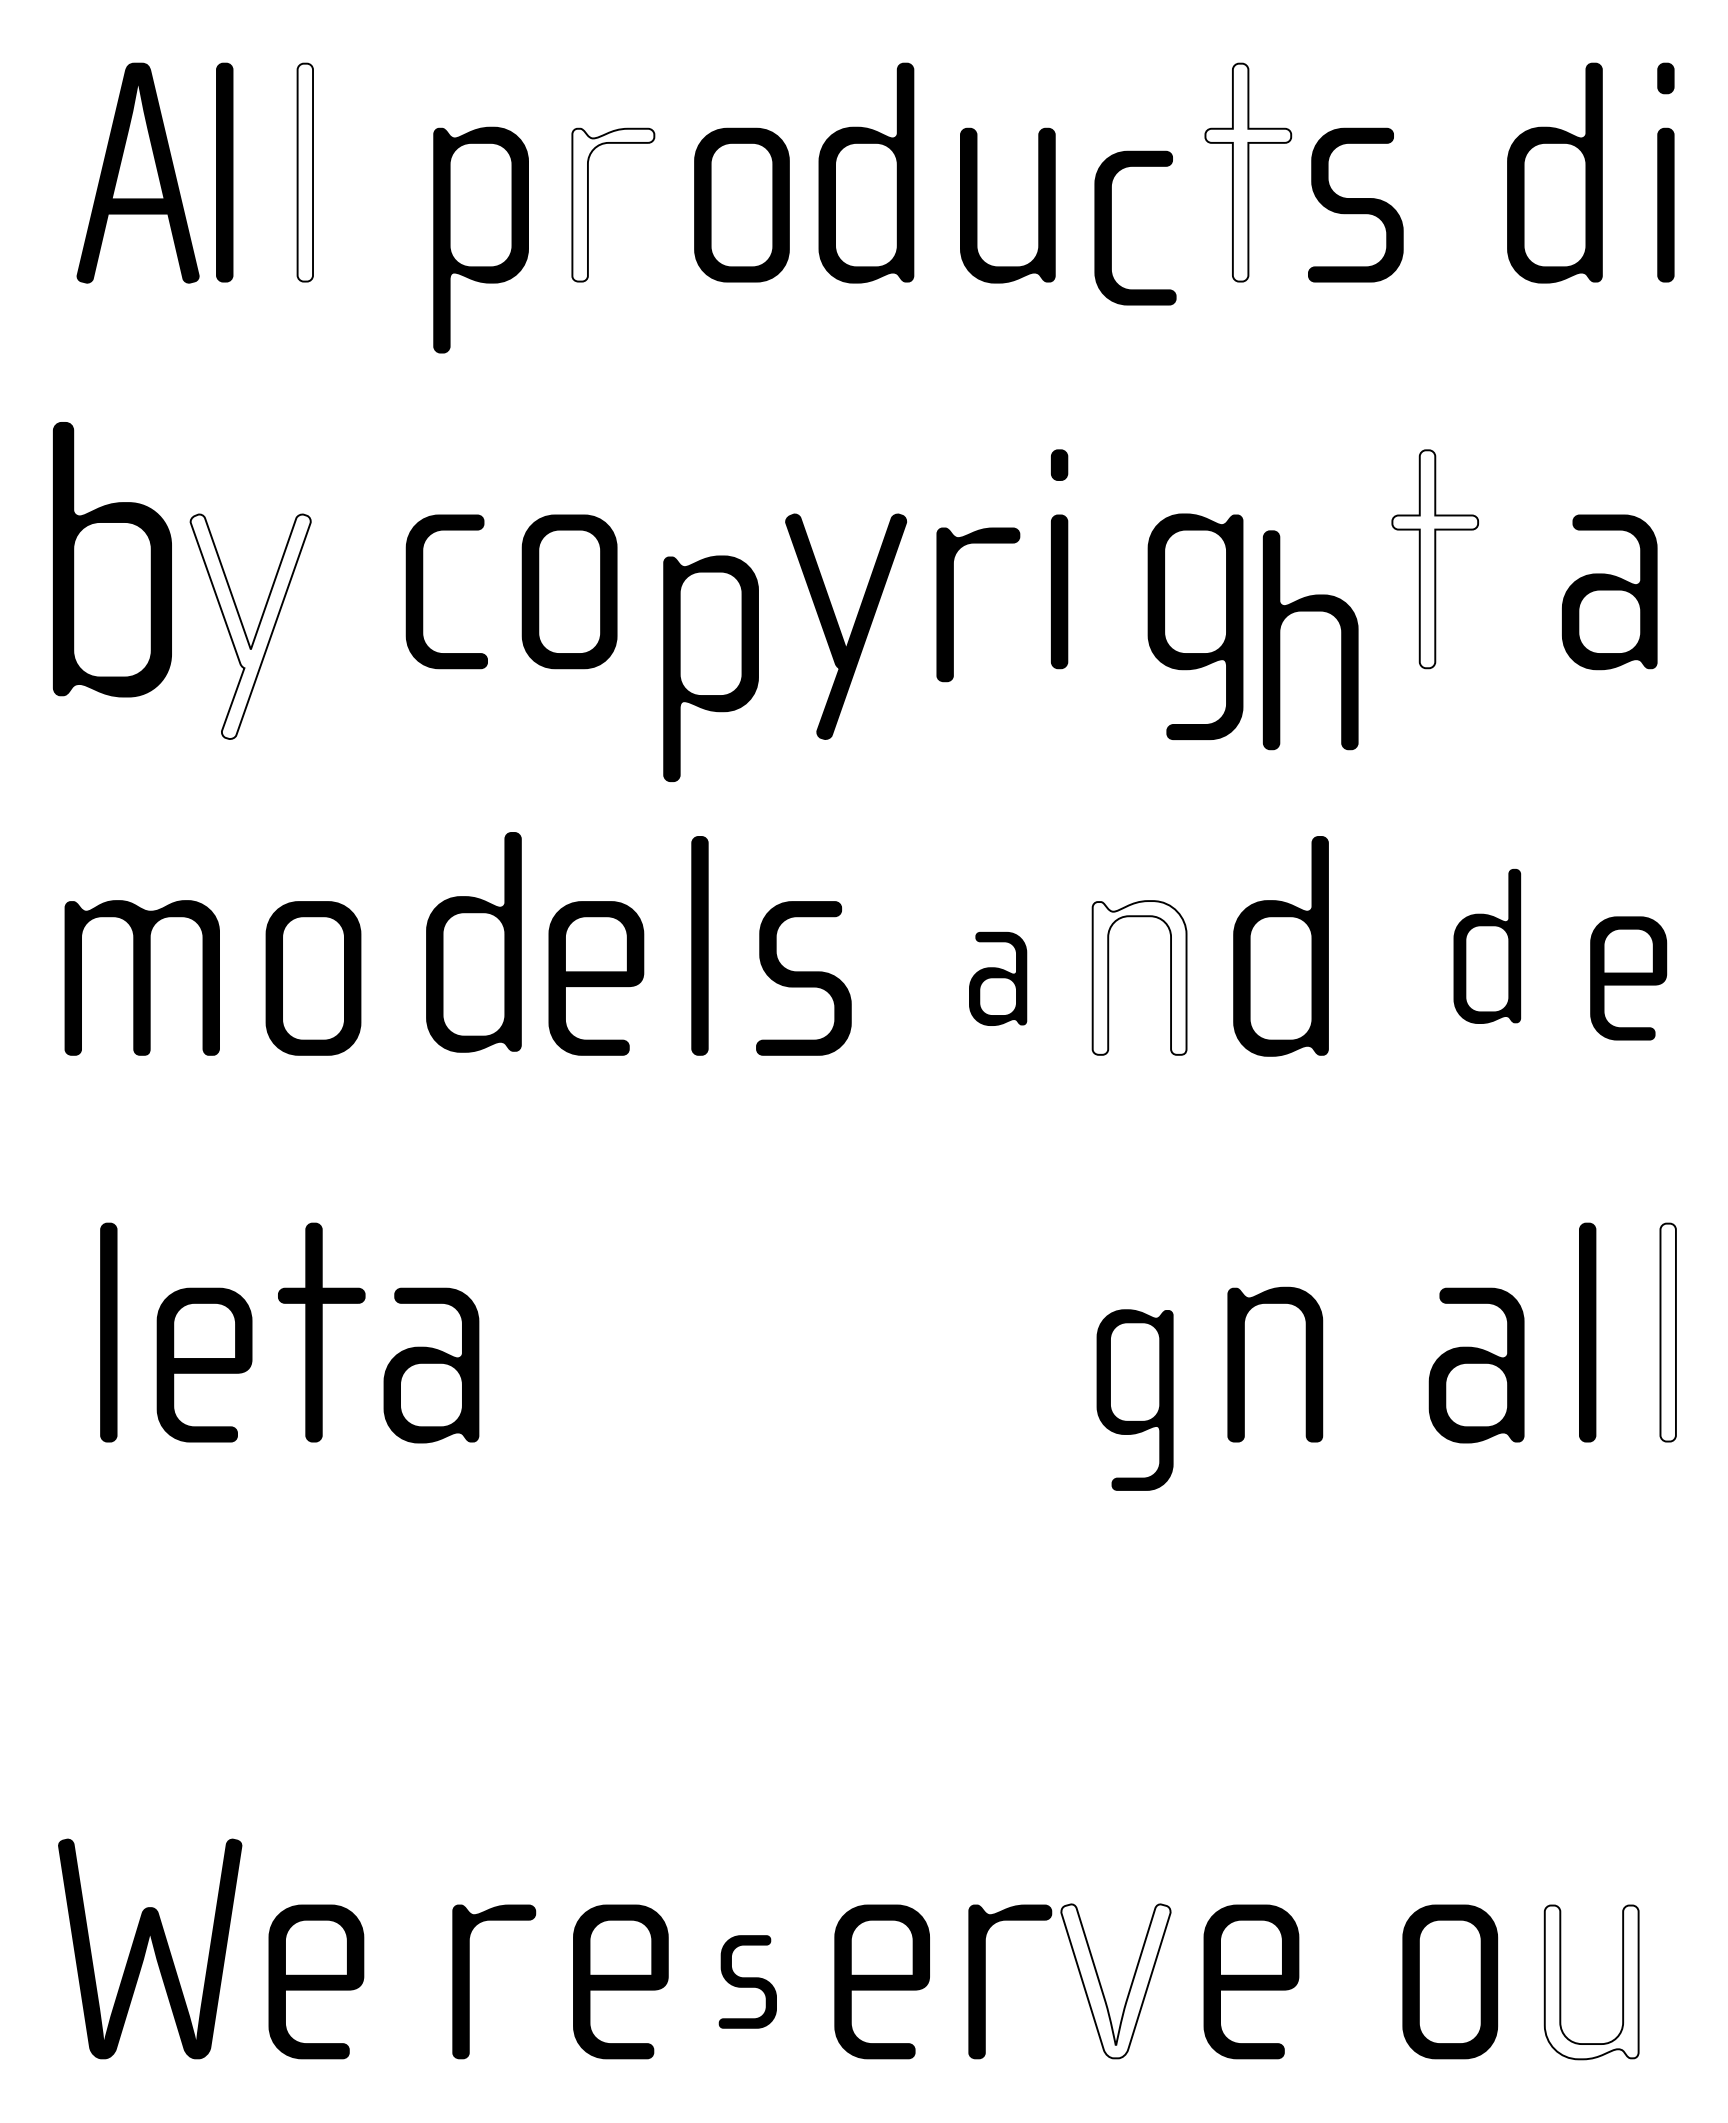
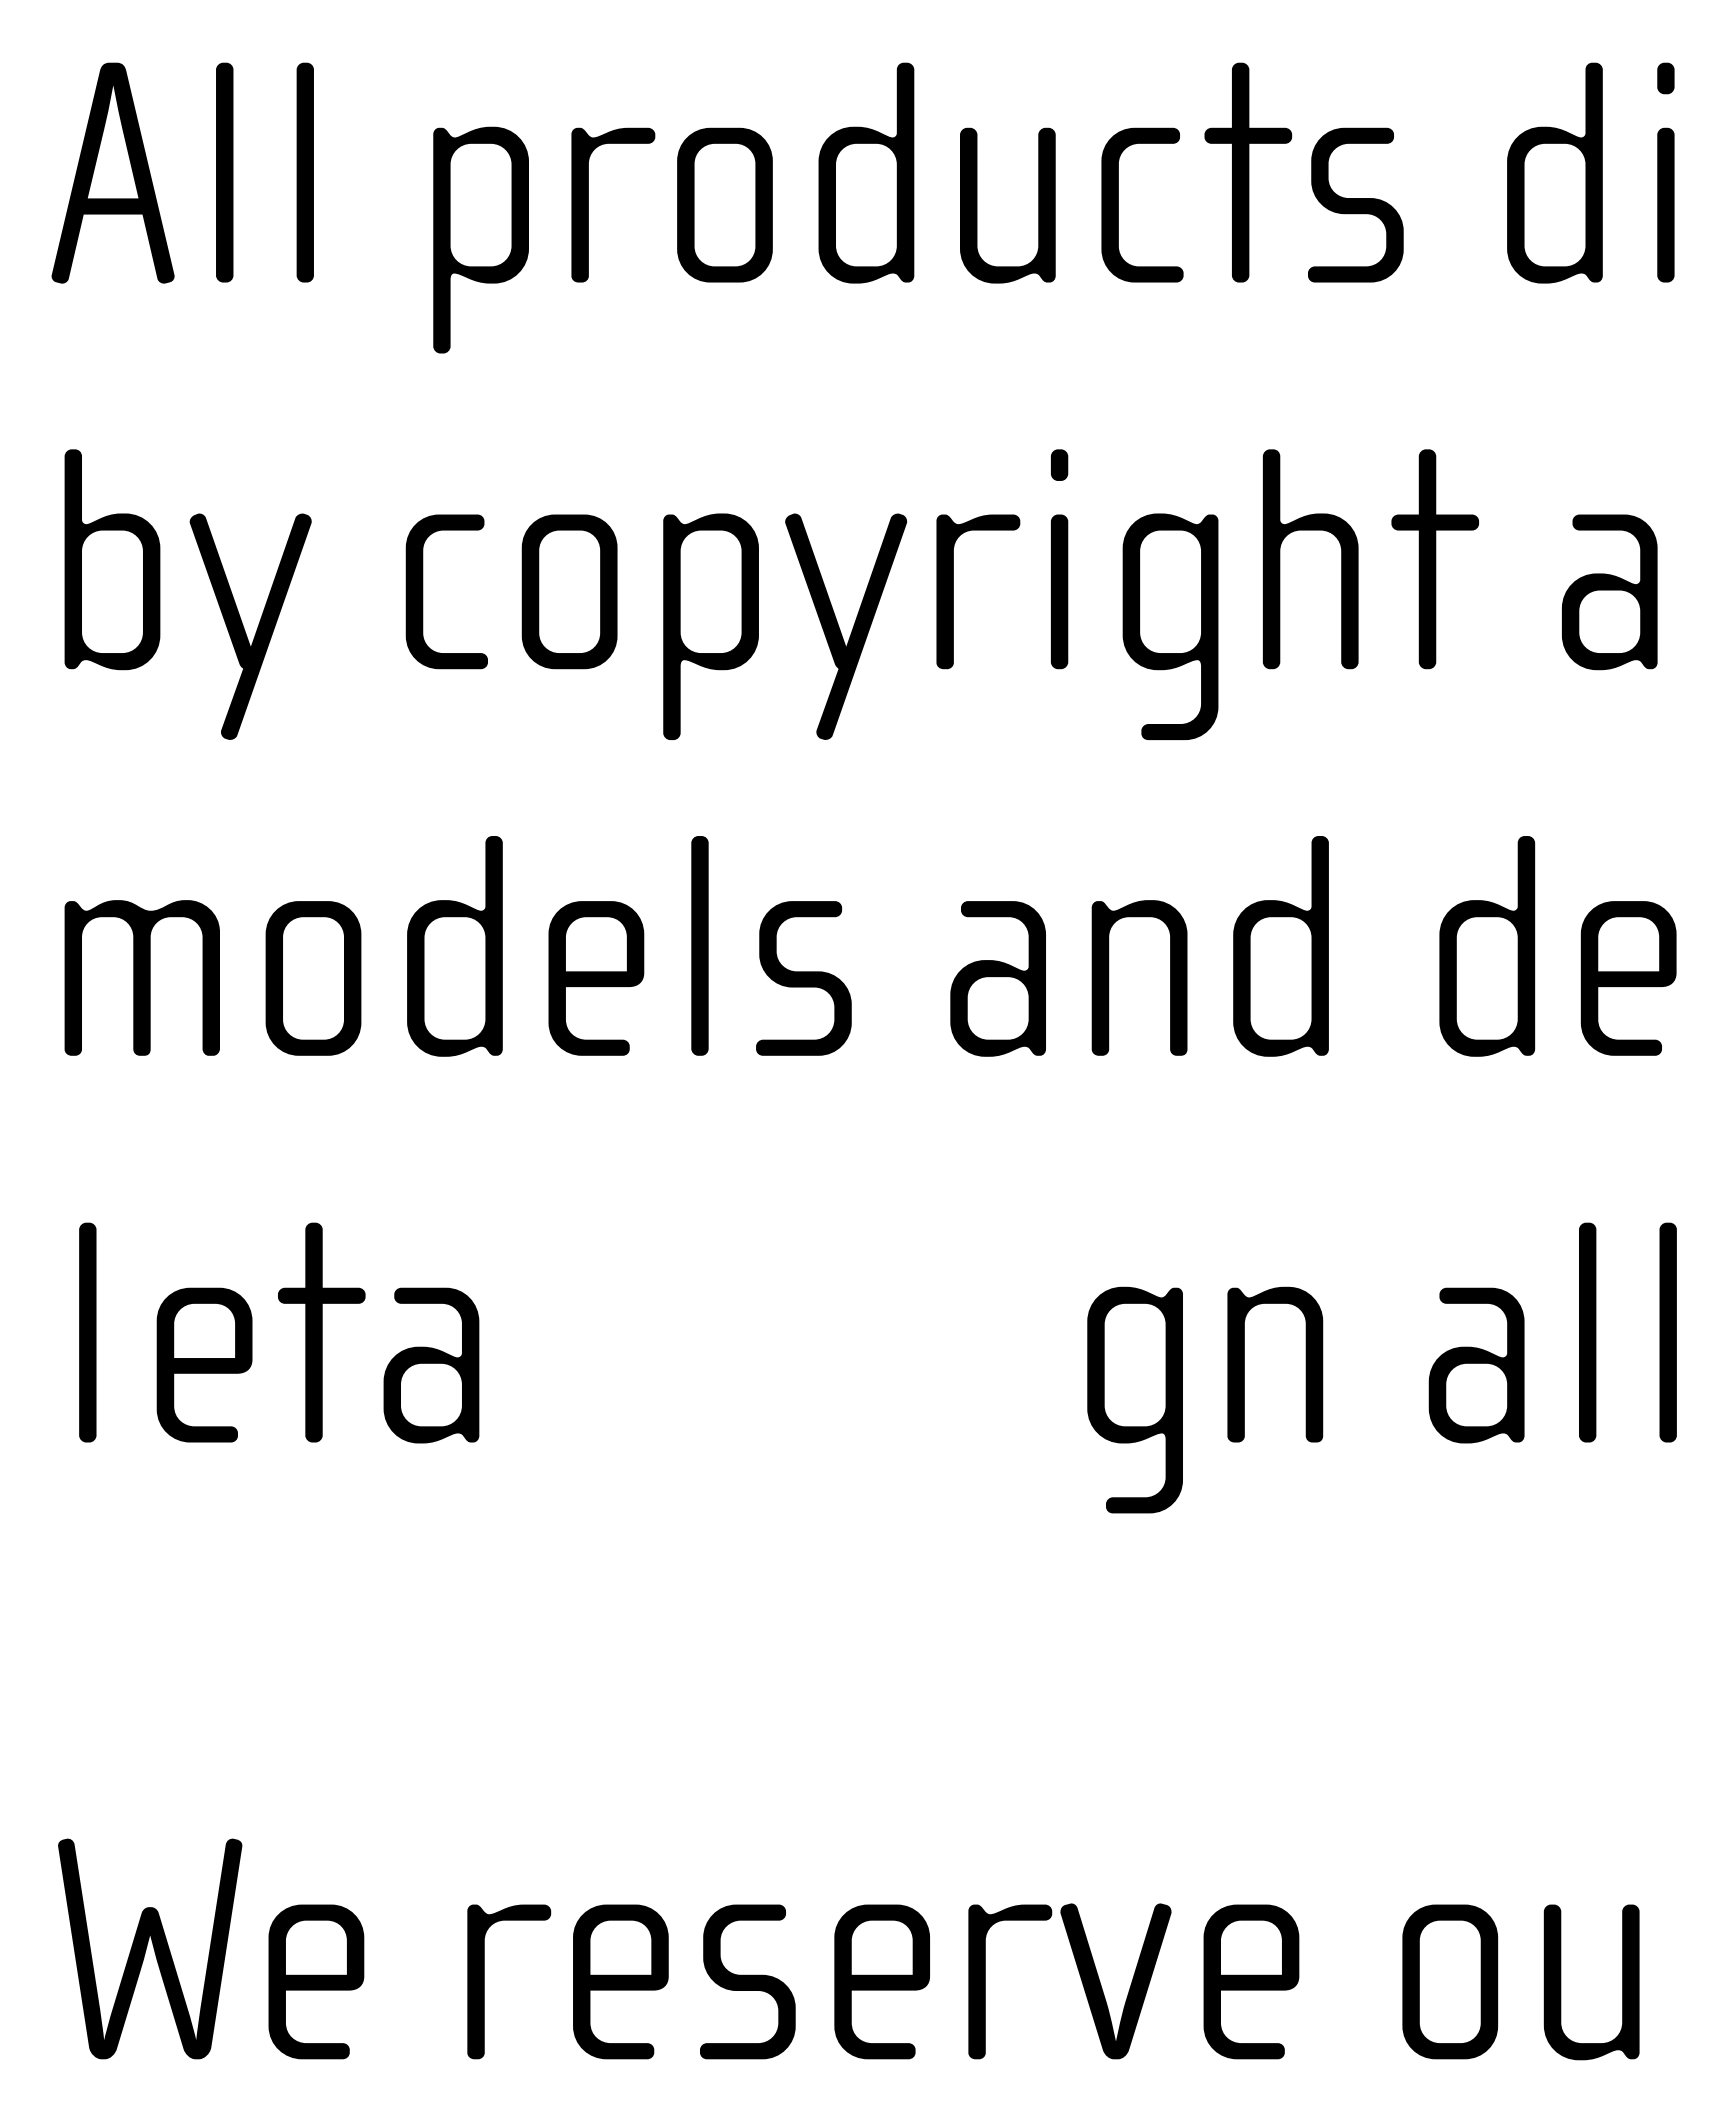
part at (137, 172) position: (137, 172) -> (112, 172)
fill at (305, 172): none -> present
fill at (1248, 172): none -> present
fill at (613, 204): none -> present
part at (741, 204) position: (741, 204) -> (724, 204)
part at (1111, 227) position: (1111, 227) -> (1118, 204)
part at (112, 559) size: 119x276 px -> 97x222 px
fill at (1435, 559): none -> present
part at (953, 604) position: (953, 604) -> (953, 591)
part at (1310, 611) position: (1310, 611) -> (1310, 530)
fill at (250, 626): none -> present
part at (1195, 626) position: (1195, 626) -> (1170, 626)
part at (710, 668) position: (710, 668) -> (710, 626)
part at (473, 942) position: (473, 942) -> (454, 946)
part at (1487, 945) size: 69x156 px -> 97x221 px
fill at (1139, 977): none -> present
part at (998, 978) size: 59x95 px -> 96x156 px
part at (1628, 978) size: 78x125 px -> 97x155 px
part at (108, 1332) position: (108, 1332) -> (87, 1332)
fill at (1667, 1332): none -> present
part at (1134, 1399) size: 78x182 px -> 96x228 px
part at (469, 1981) position: (469, 1981) -> (484, 1981)
part at (747, 1981) size: 59x94 px -> 96x156 px
fill at (1115, 1981): none -> present
fill at (1591, 1982): none -> present
